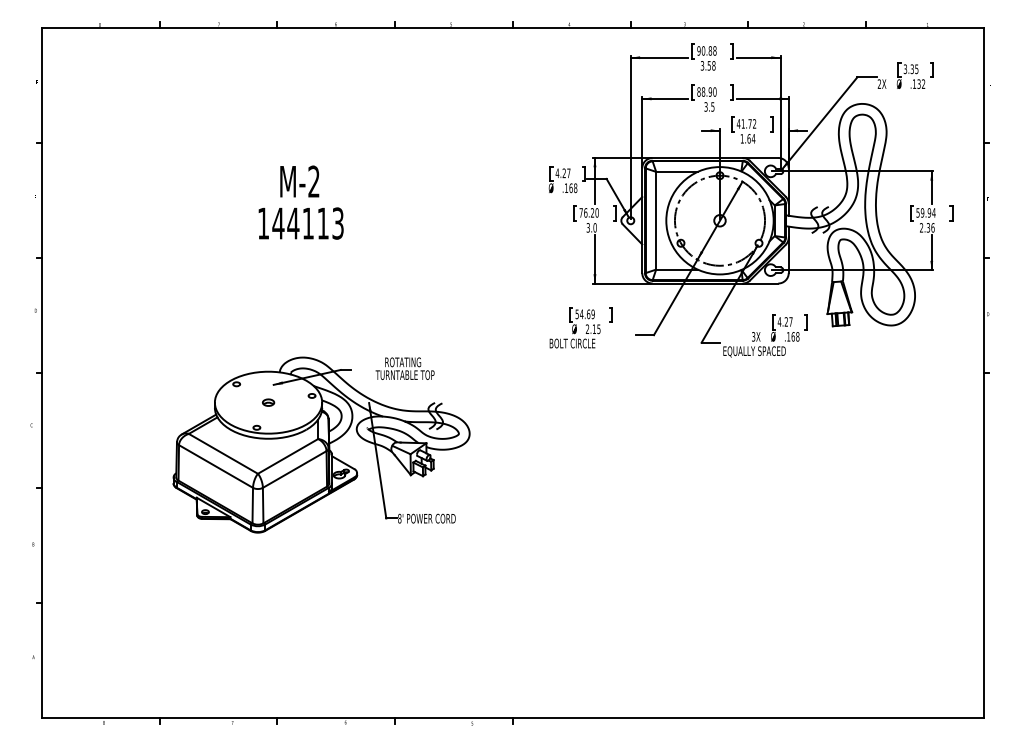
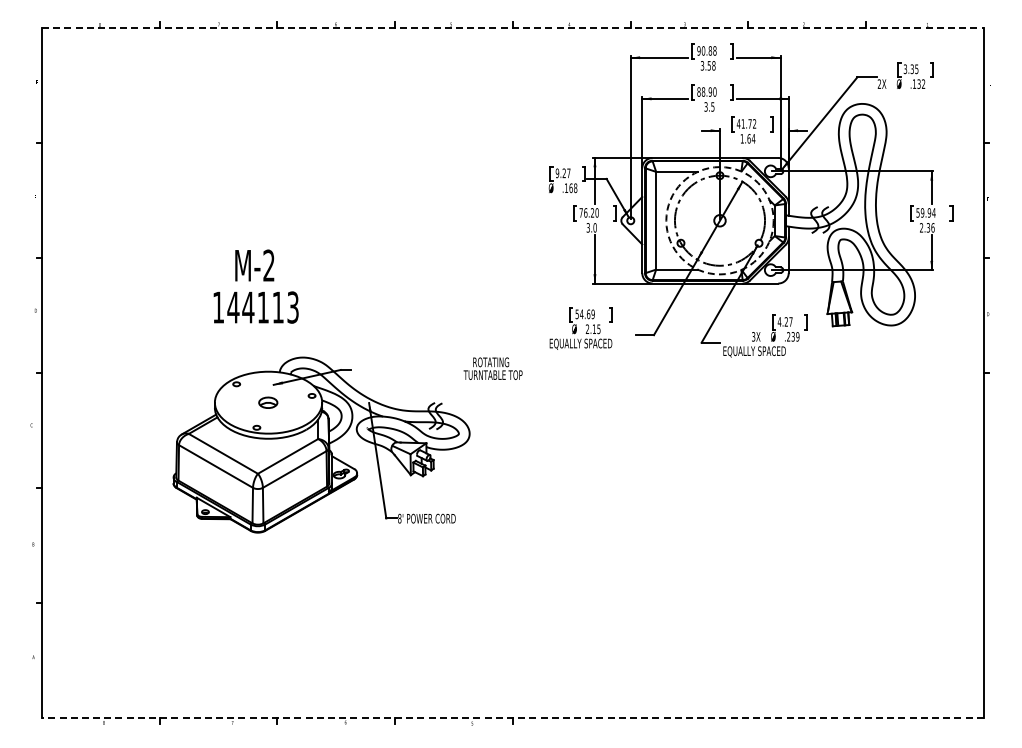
line at (512, 27): solid -> dashed
text at (557, 173): 4.27 -> 9.27
text at (300, 202) position: (300, 202) -> (255, 286)
circle at (719, 220): solid -> dashed
text at (793, 336): .168 -> .239
text at (582, 343): BOLT CIRCLE -> EQUALLY SPACED
text at (404, 368) position: (404, 368) -> (492, 368)
part at (268, 402) size: 14x9 px -> 21x13 px
line at (512, 718): solid -> dashed
